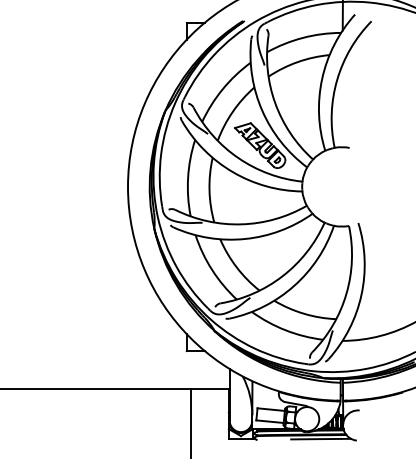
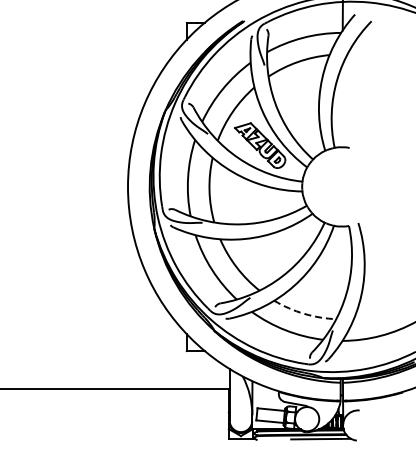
arc at (304, 313): solid -> dashed
line at (190, 422): present -> none
